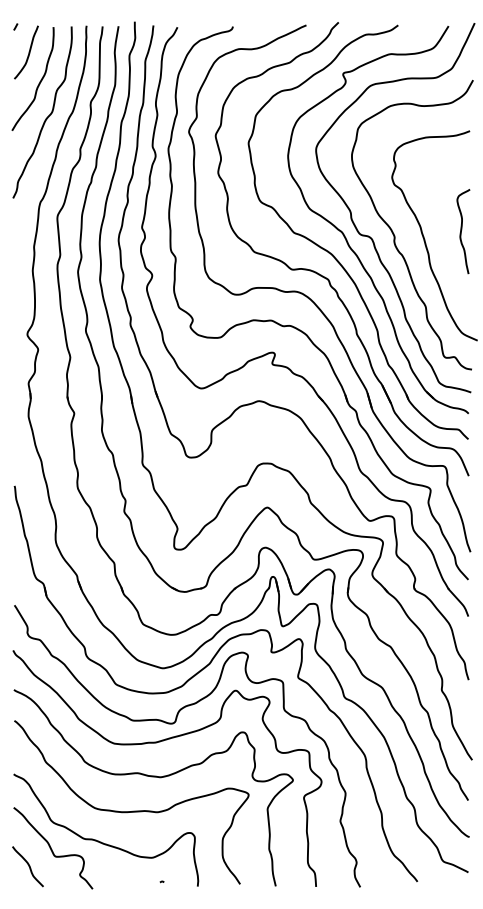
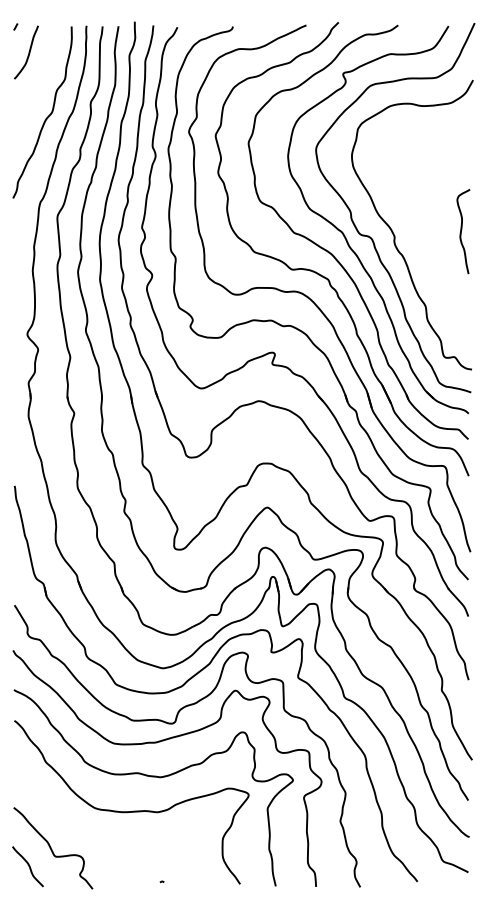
curve at (39, 81): present -> none
curve at (425, 239): present -> none
curve at (101, 841): present -> none
